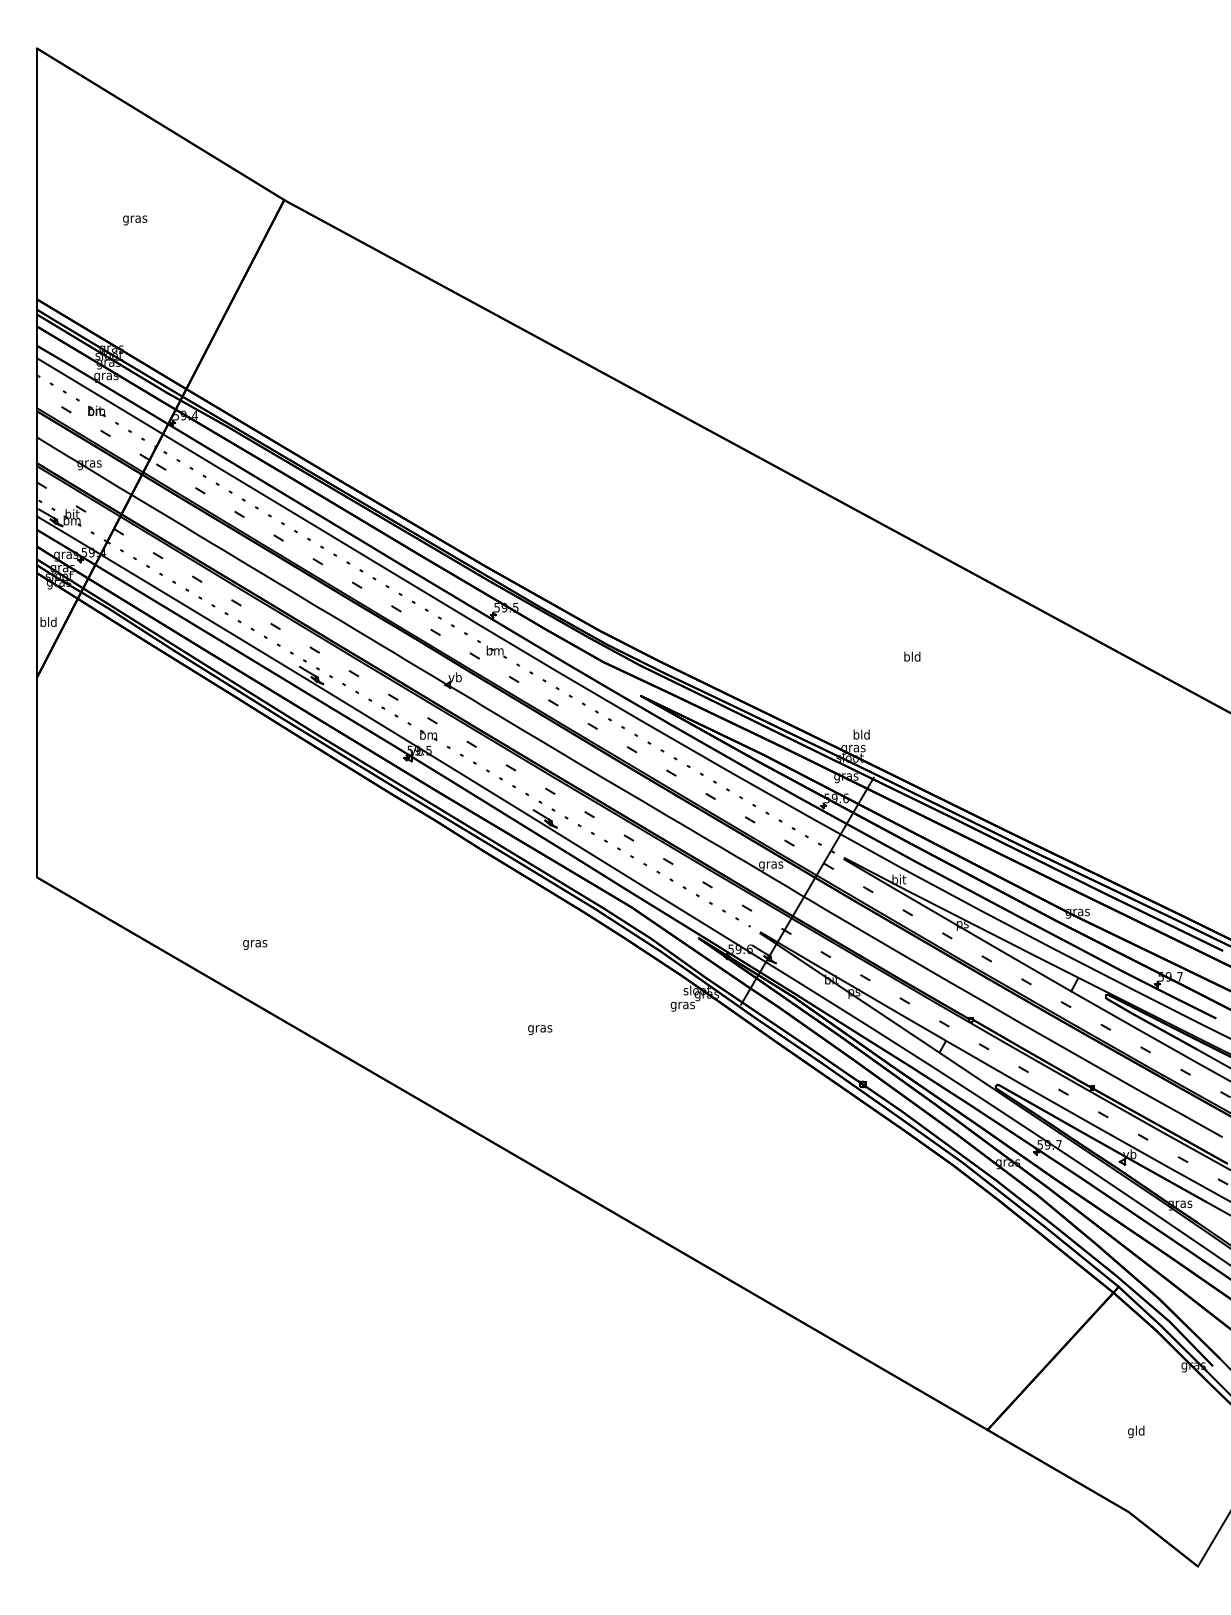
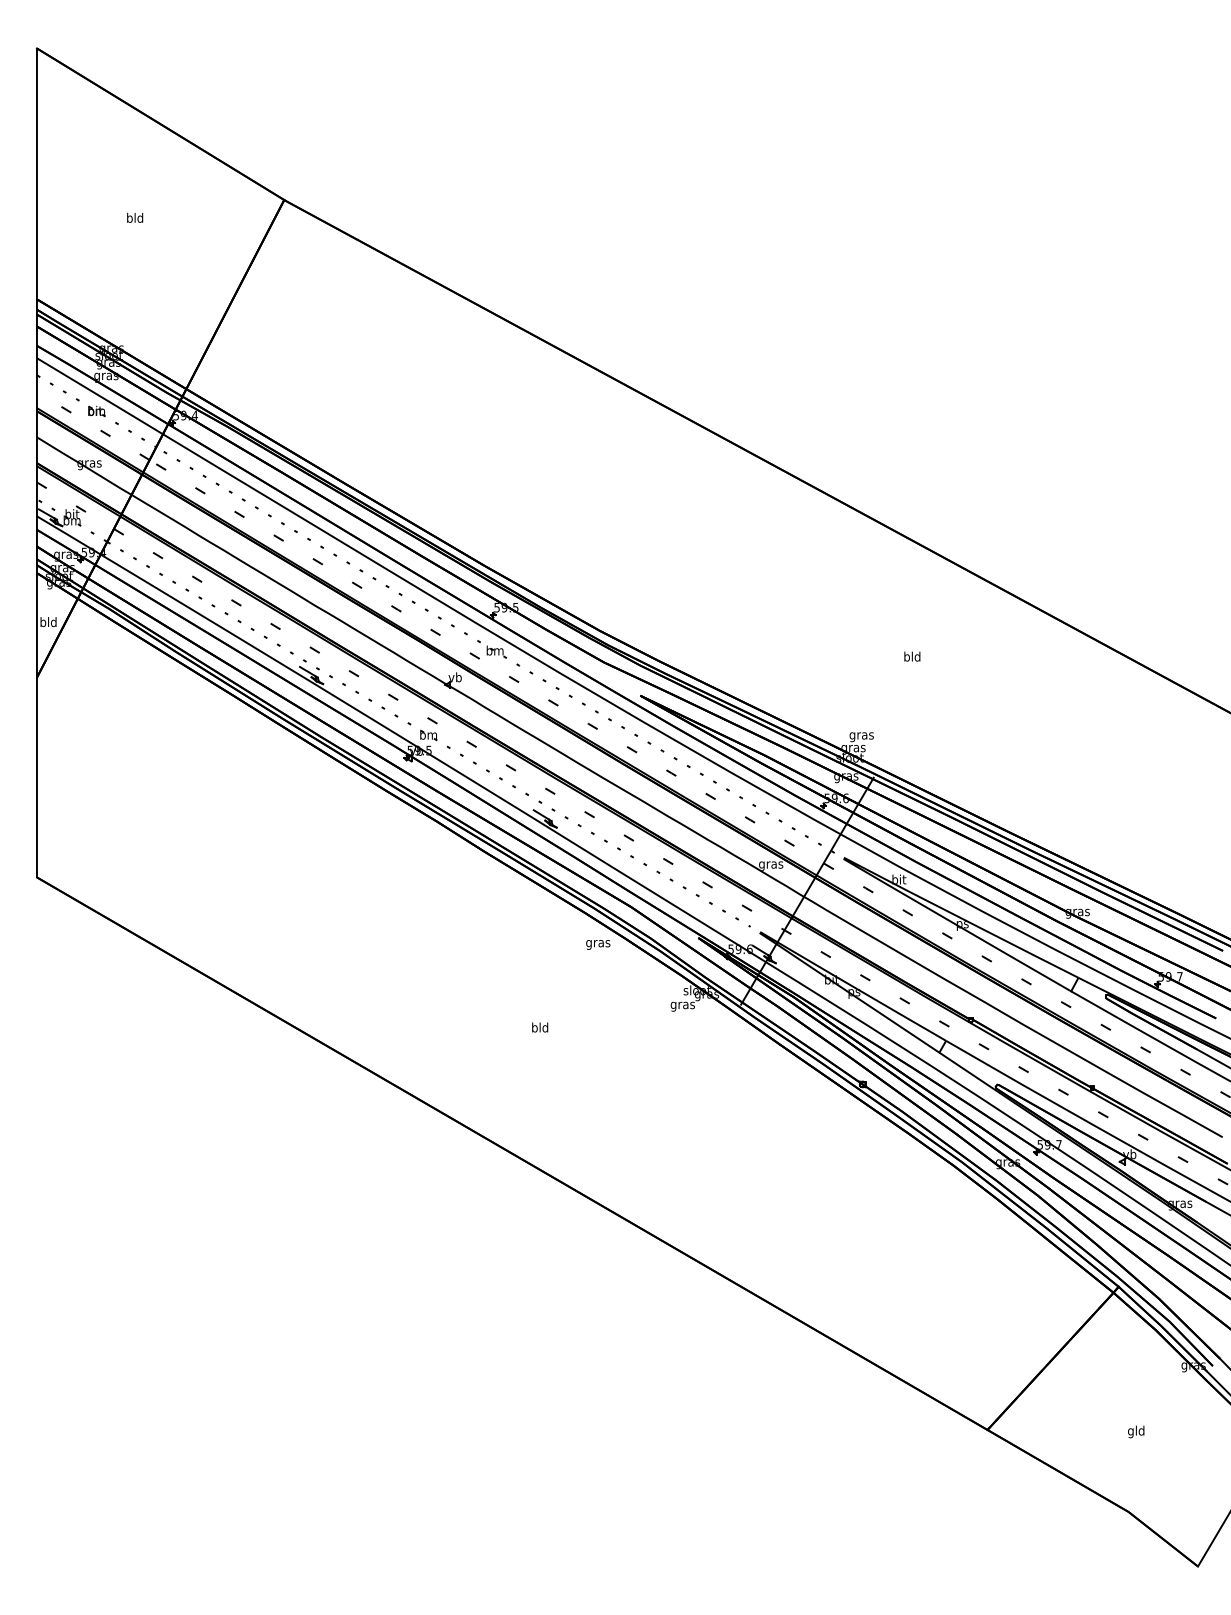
text at (135, 218): gras -> bld
text at (861, 735): bld -> gras
text at (255, 944) position: (255, 944) -> (598, 944)
text at (540, 1028): gras -> bld
